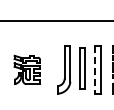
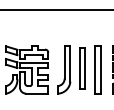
line at (56, 21) position: (56, 21) -> (56, 10)
part at (26, 69) size: 28x31 px -> 45x50 px
line at (94, 70): dashed -> solid
